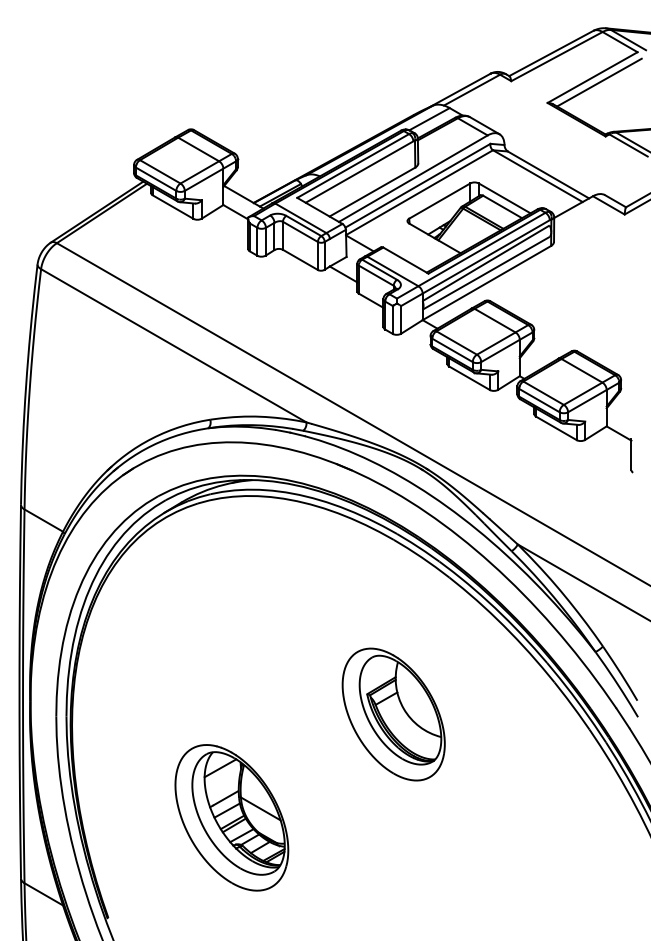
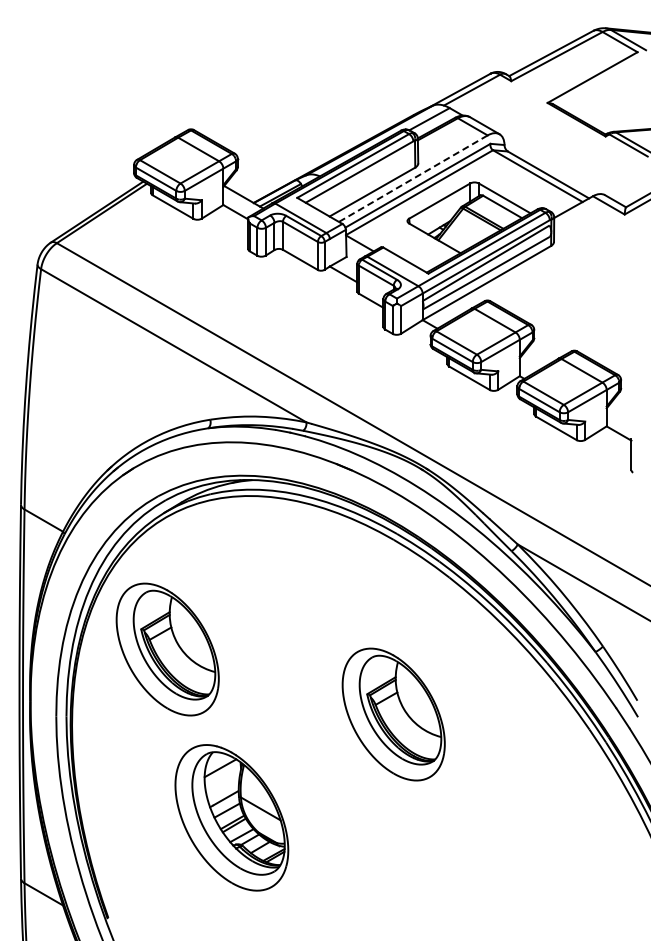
line at (599, 82): present -> none
line at (412, 178): solid -> dashed
part at (167, 649): none -> present
